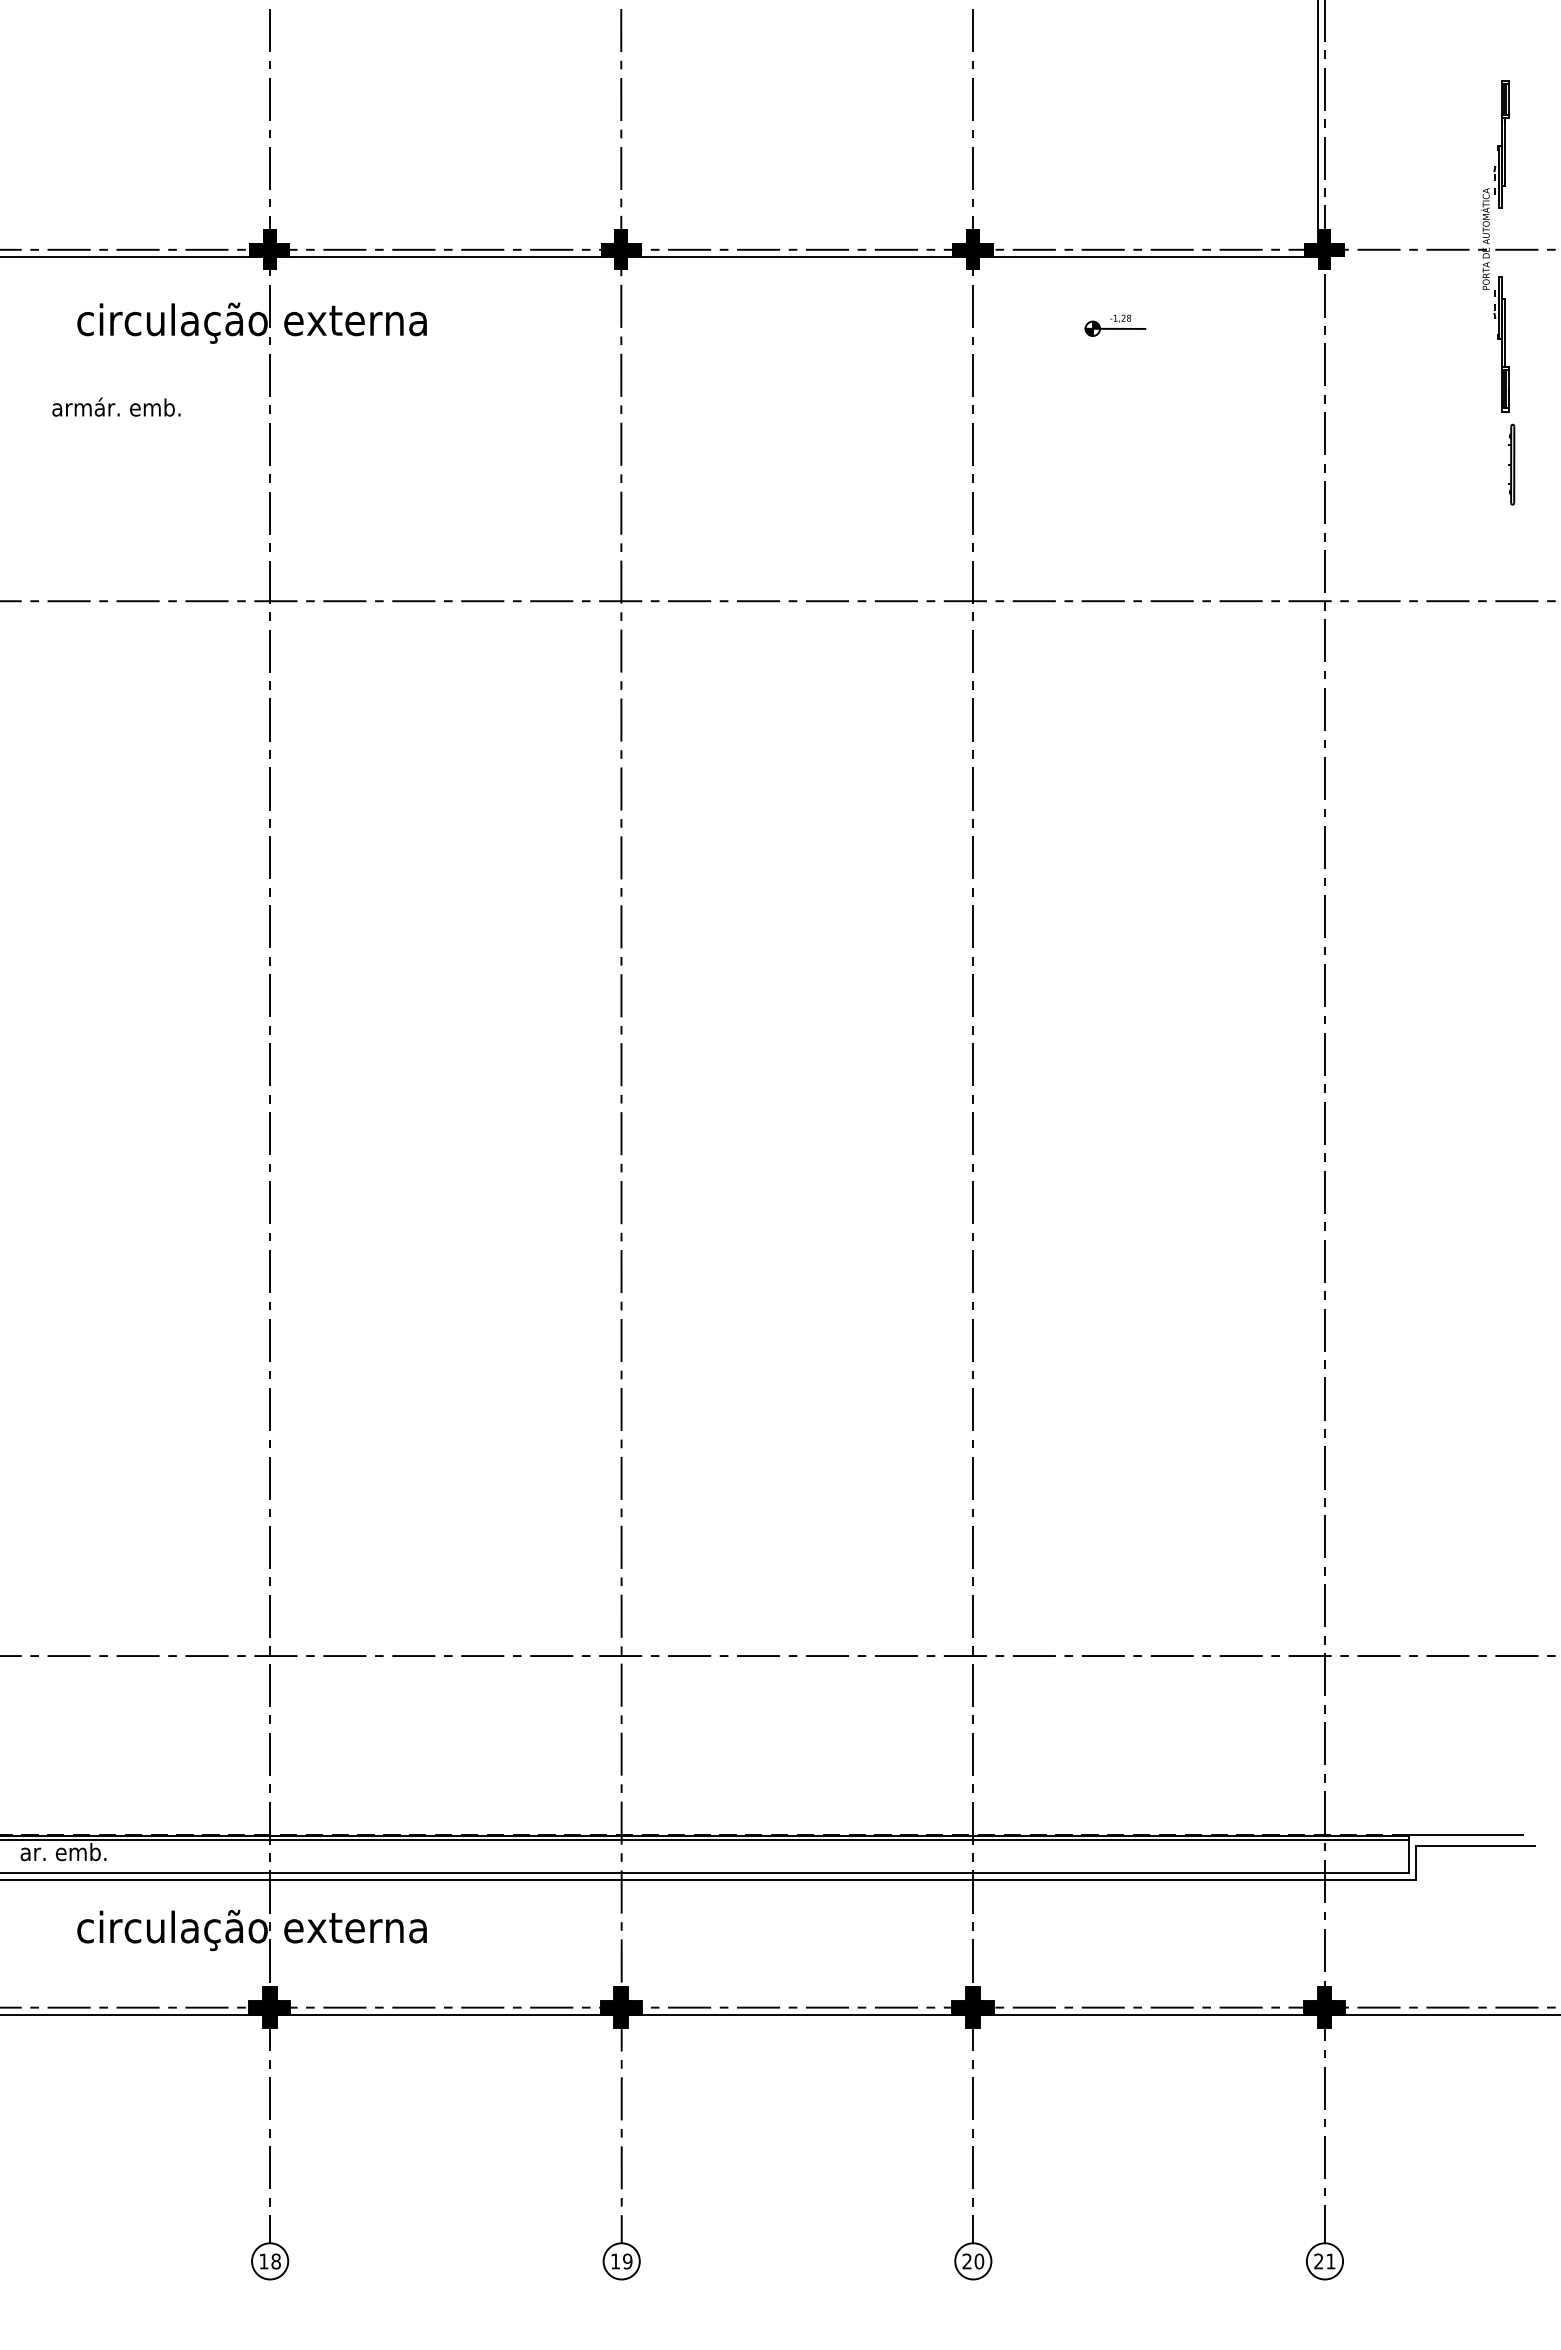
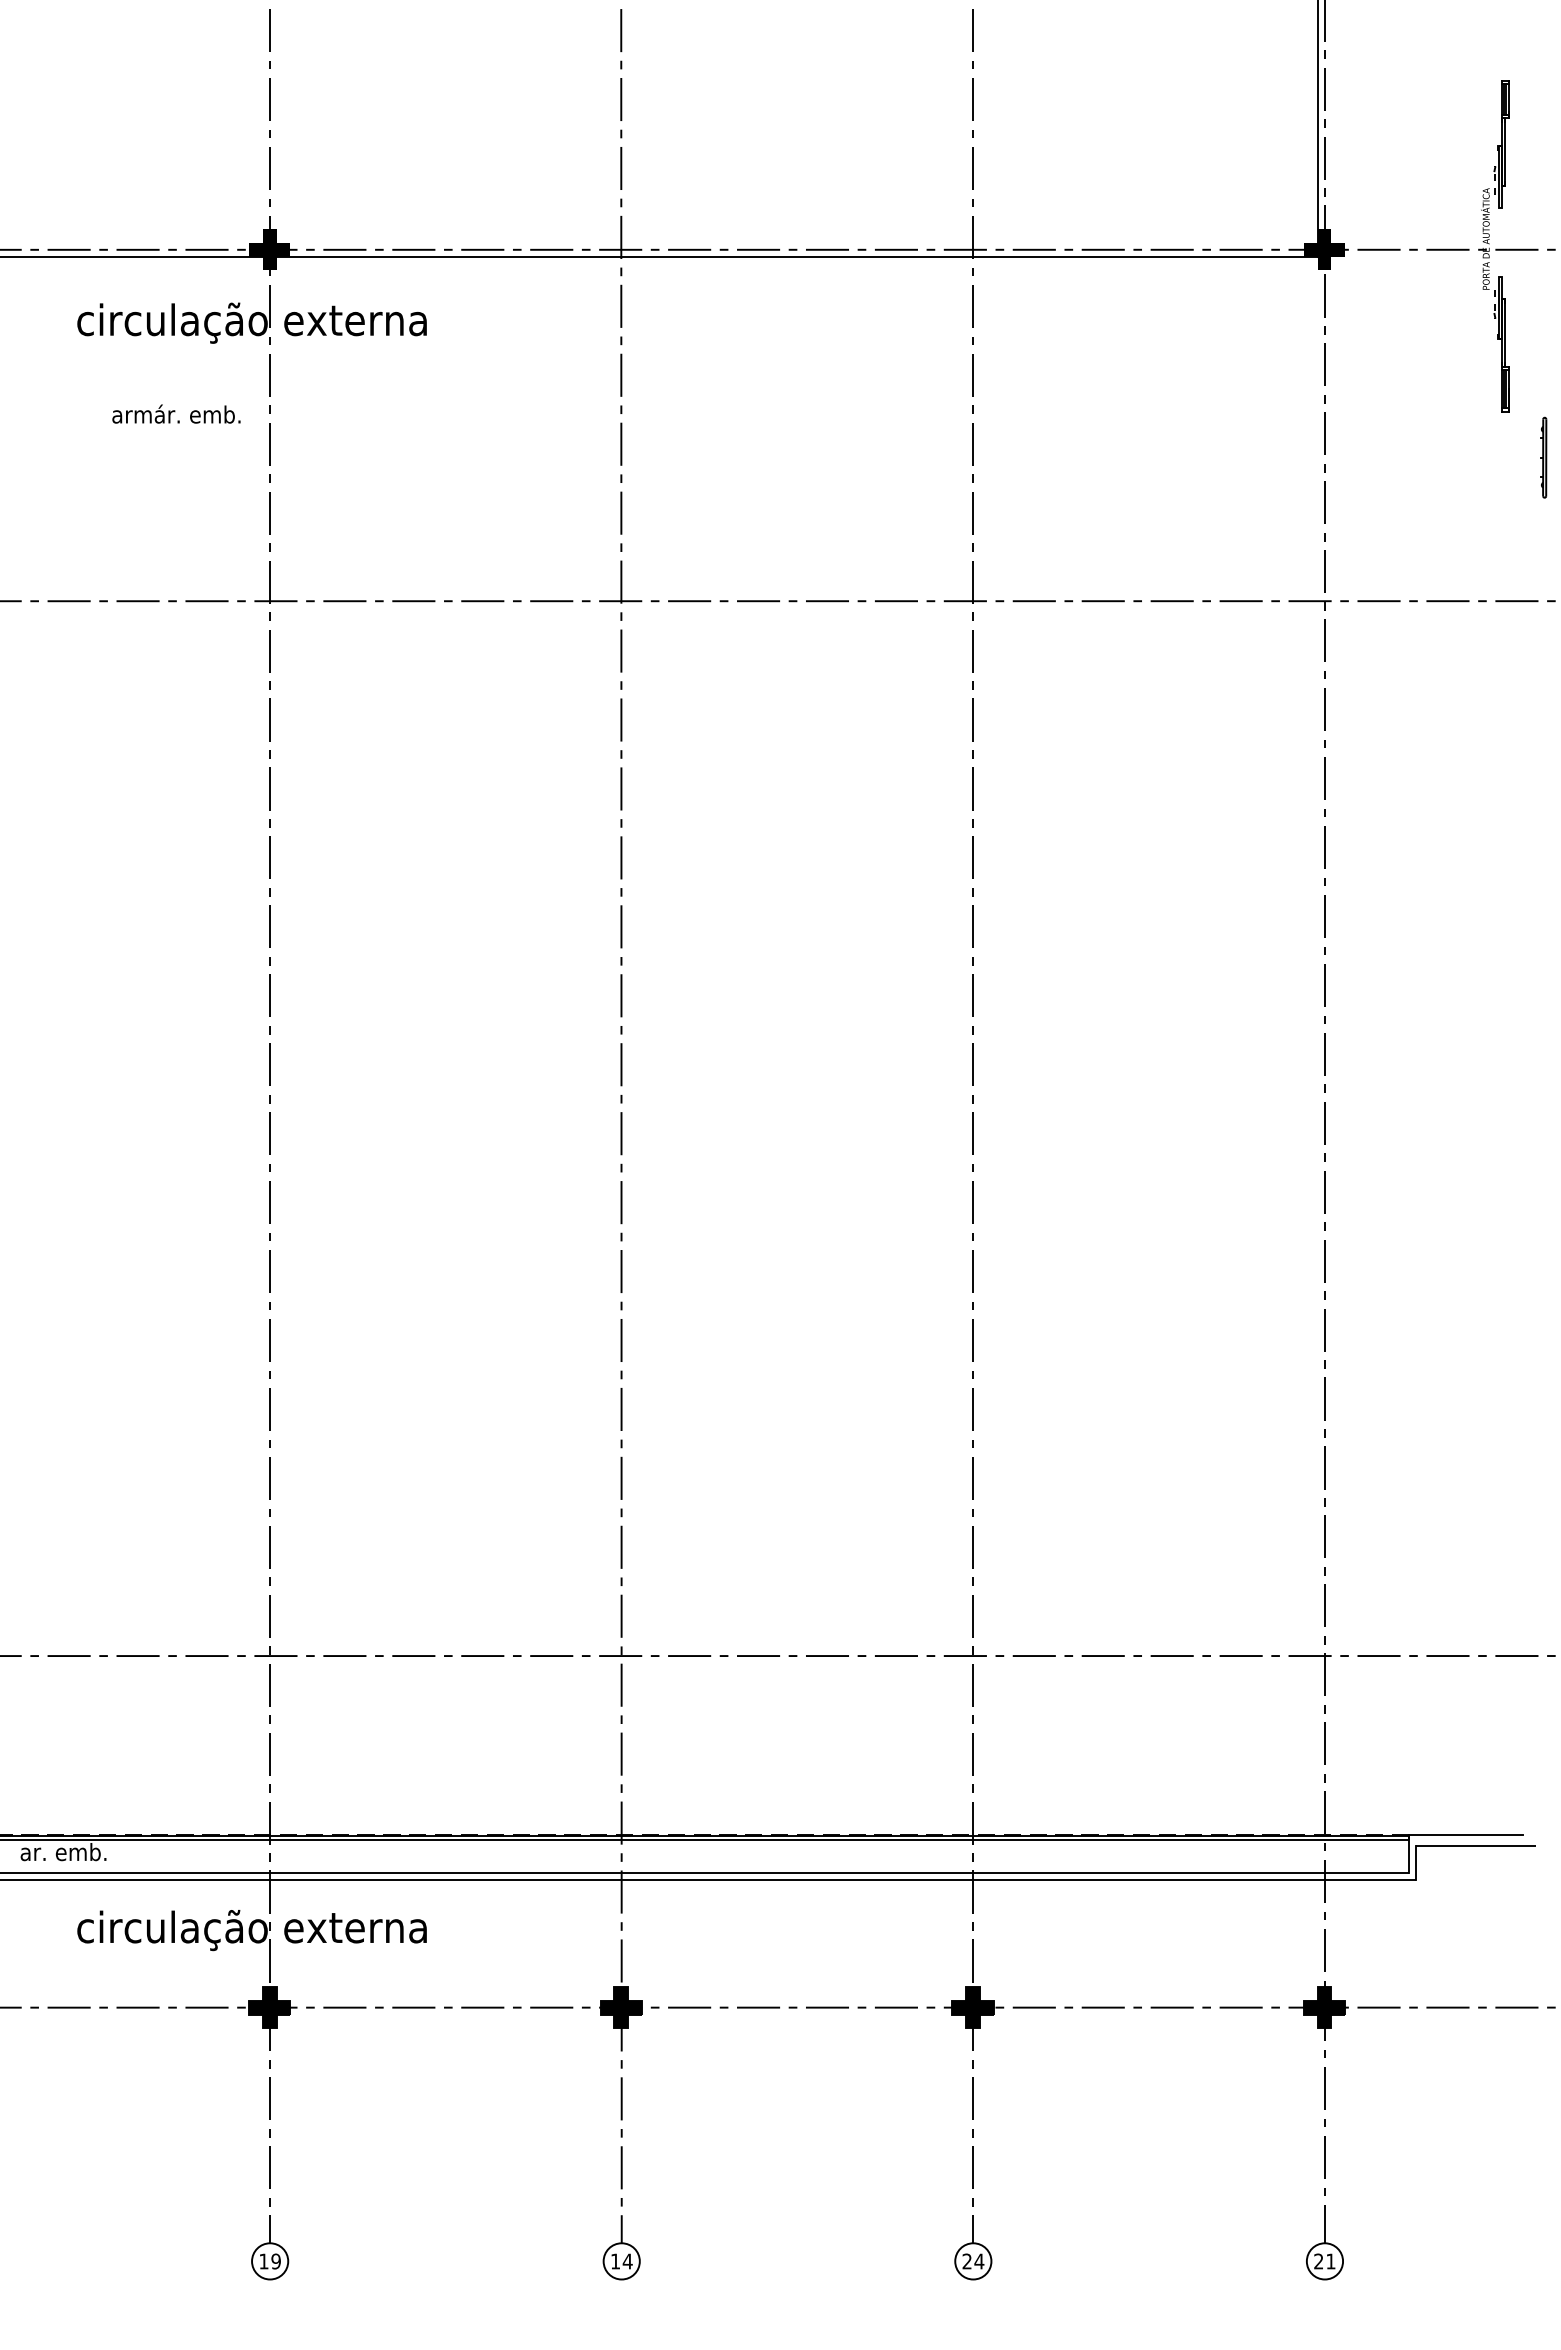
fill at (620, 249): present -> none
fill at (972, 249): present -> none
part at (1115, 325): present -> none
text at (116, 406) position: (116, 406) -> (176, 413)
part at (1511, 464) position: (1511, 464) -> (1543, 457)
line at (779, 2014): present -> none
text at (275, 2261): 18 -> 19
text at (627, 2261): 19 -> 14
text at (979, 2261): 20 -> 24
